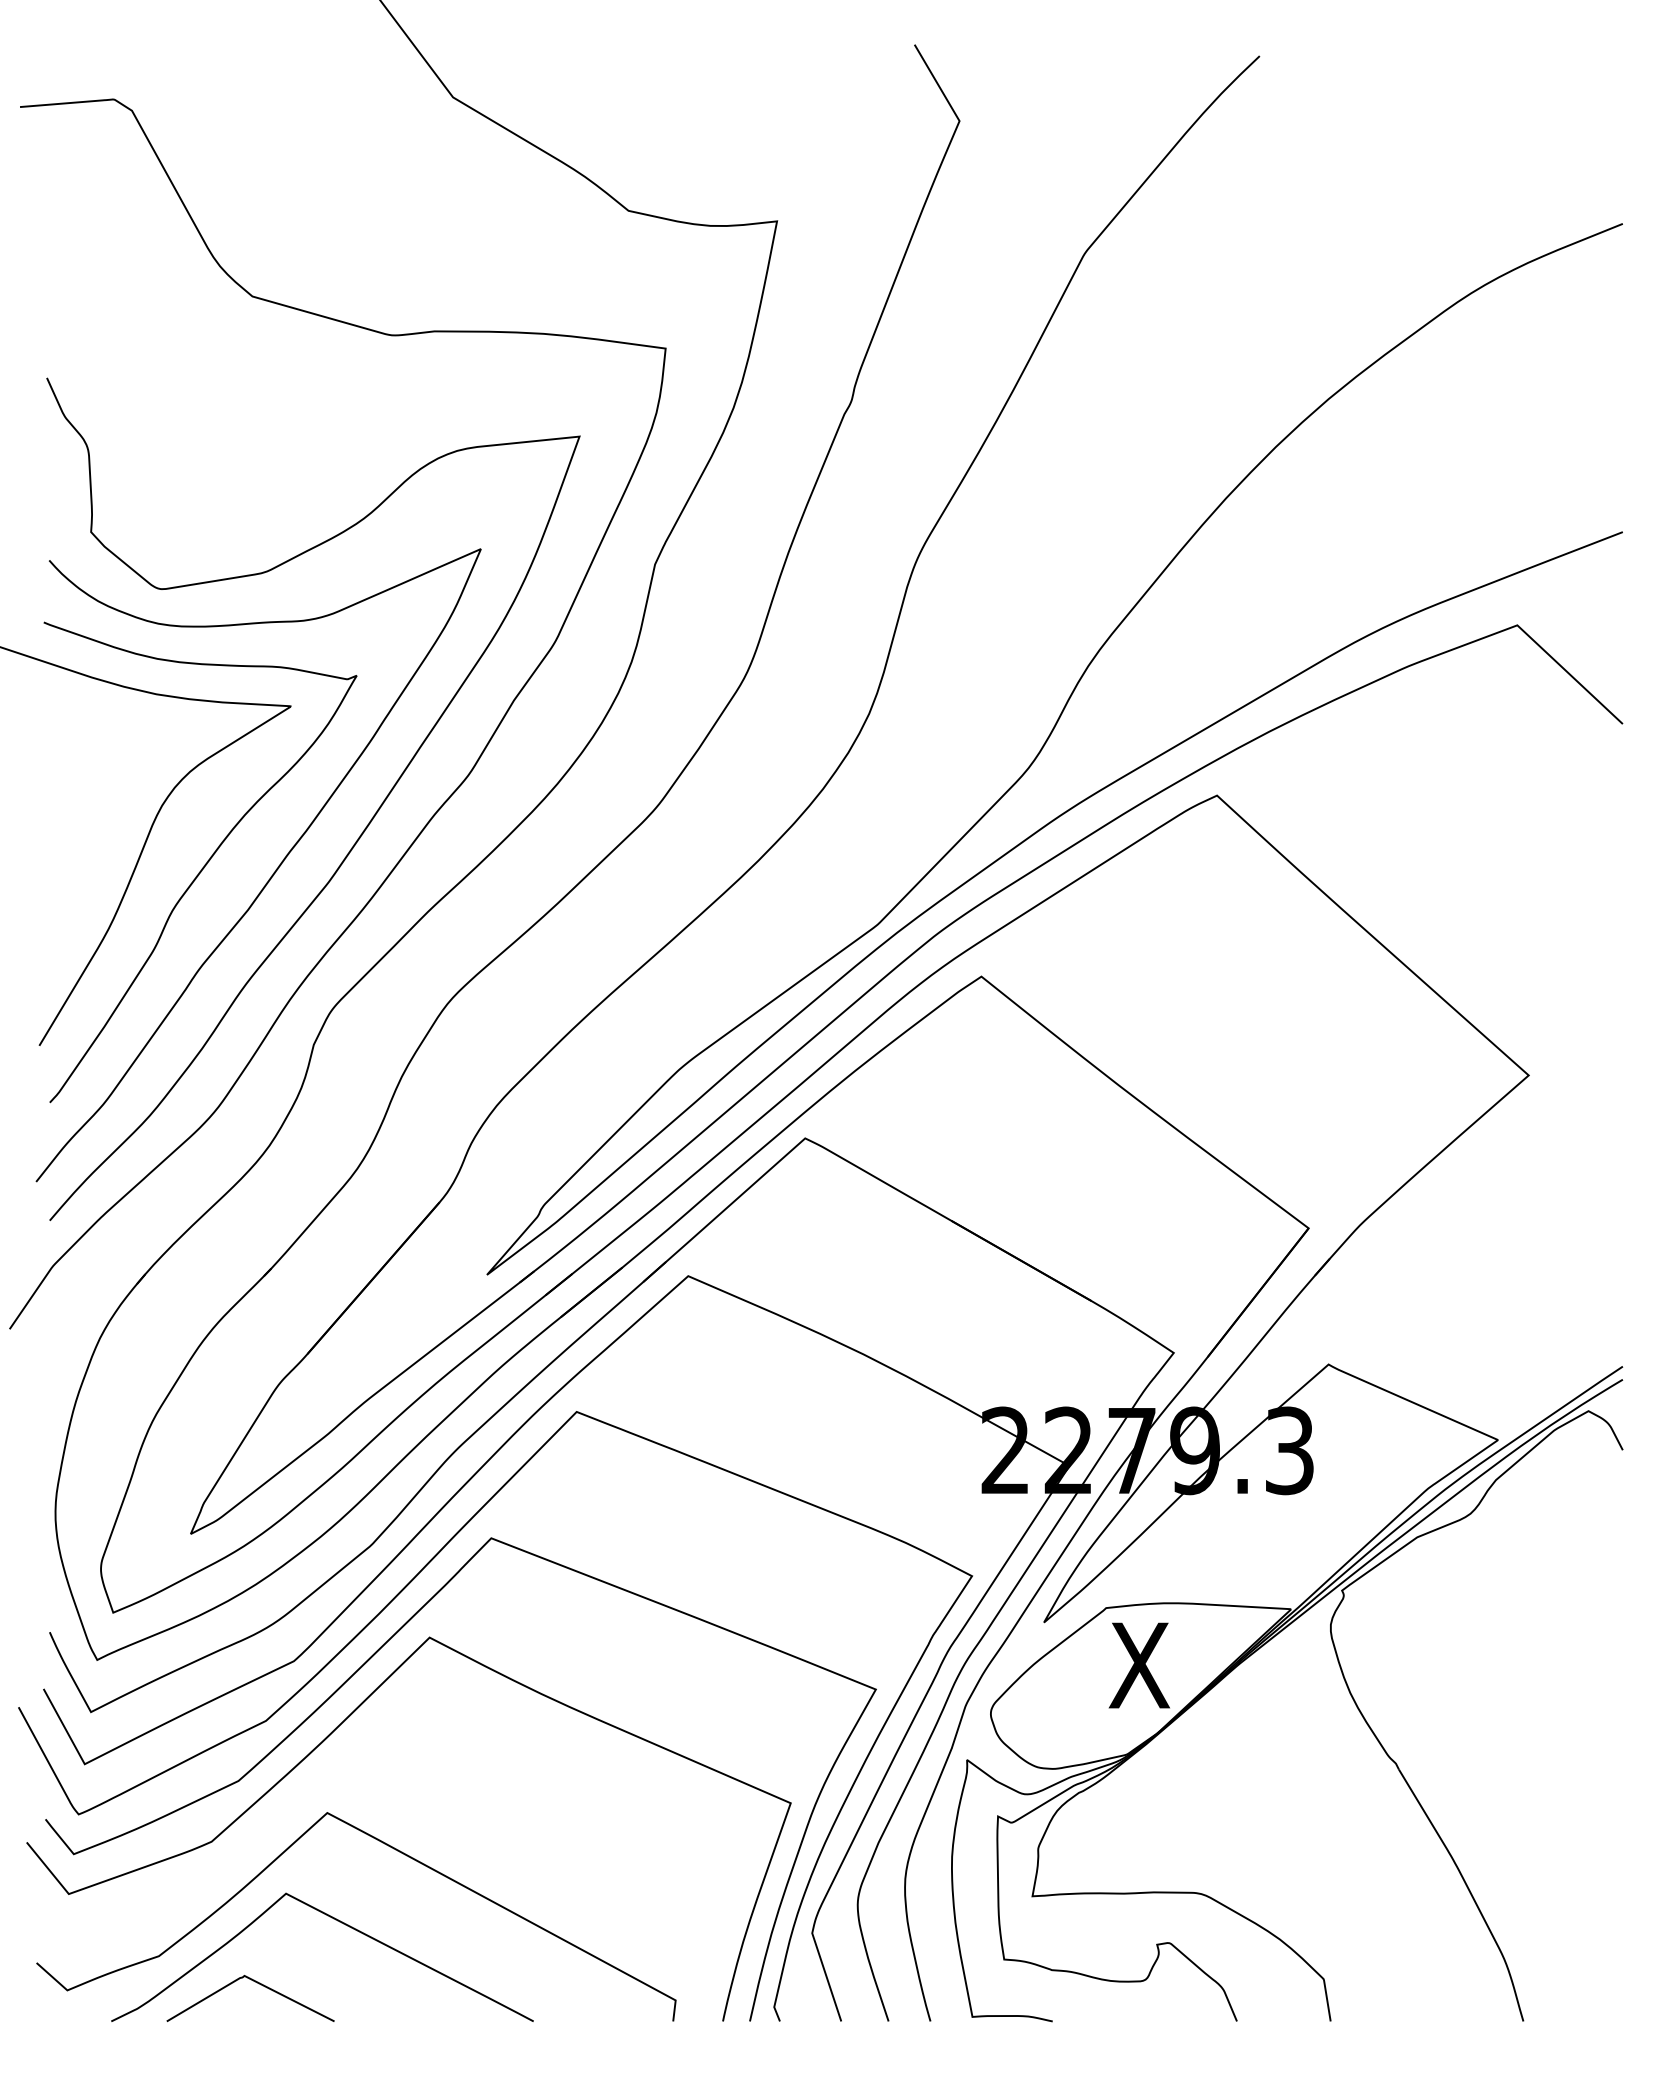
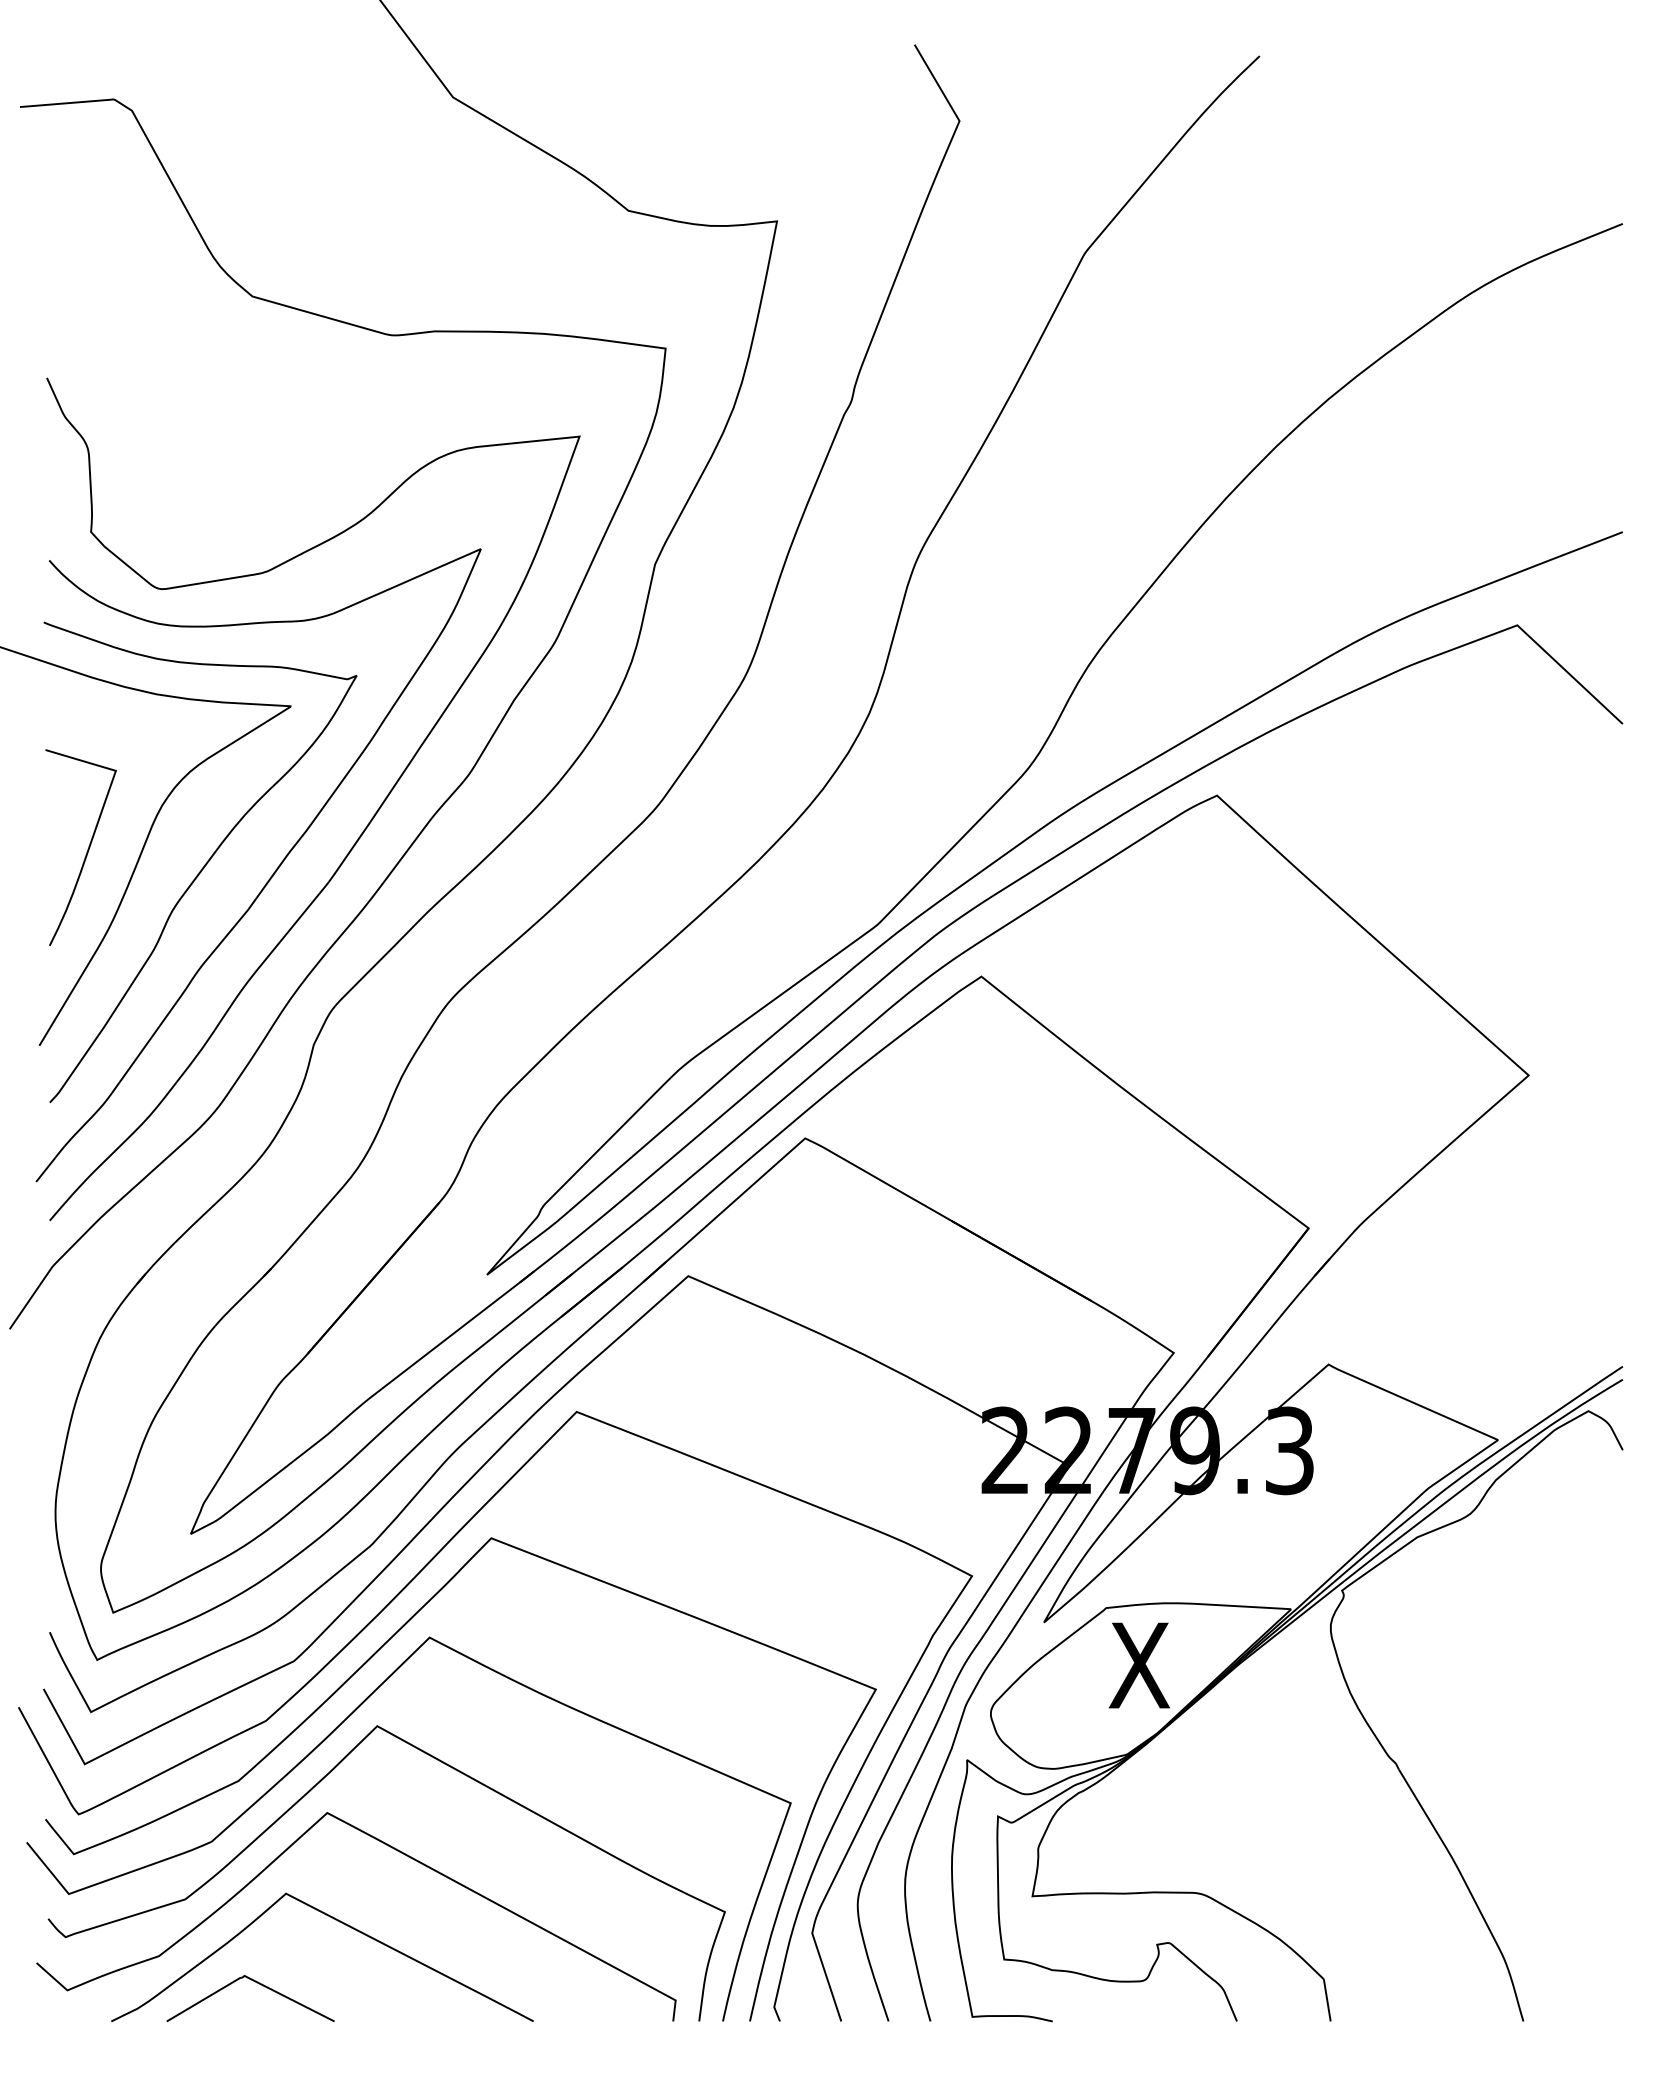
curve at (87, 849): none -> present
curve at (307, 1794): none -> present
